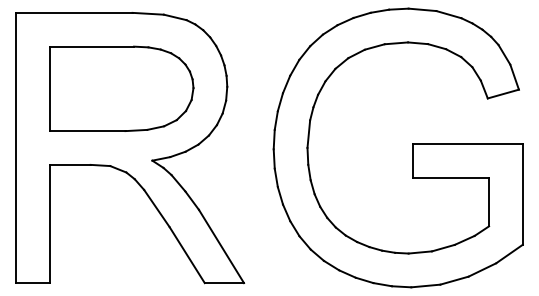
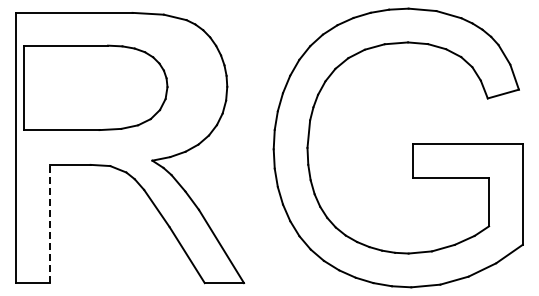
part at (121, 88) position: (121, 88) -> (95, 87)
line at (49, 223): solid -> dashed
